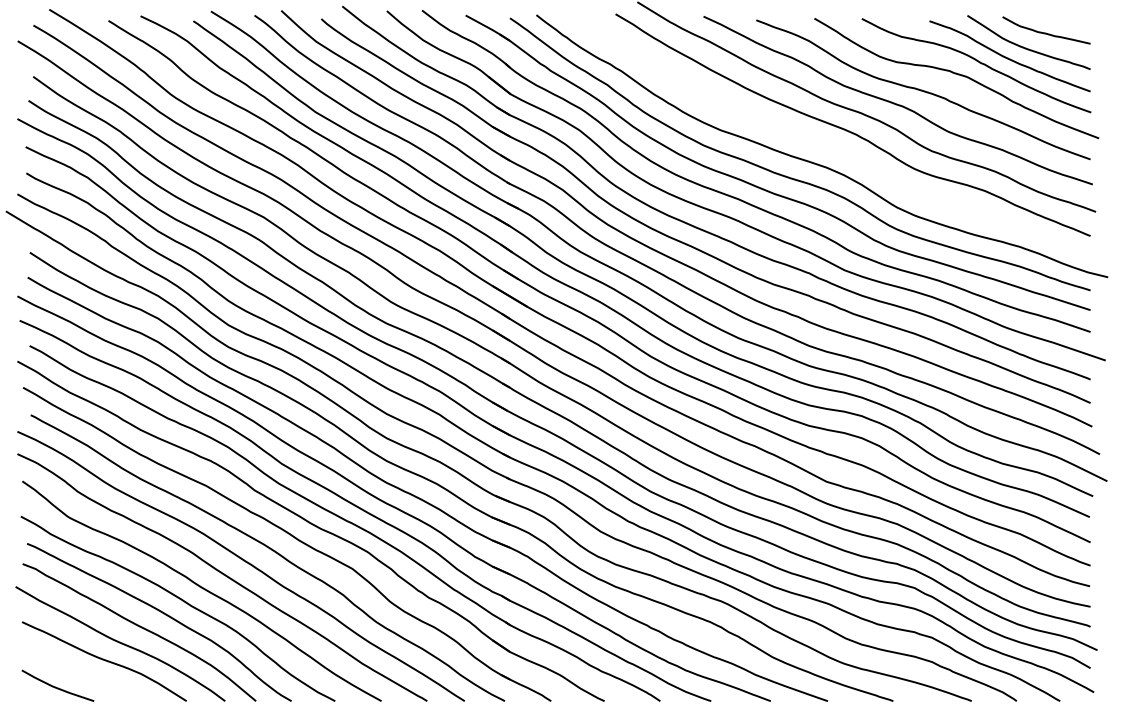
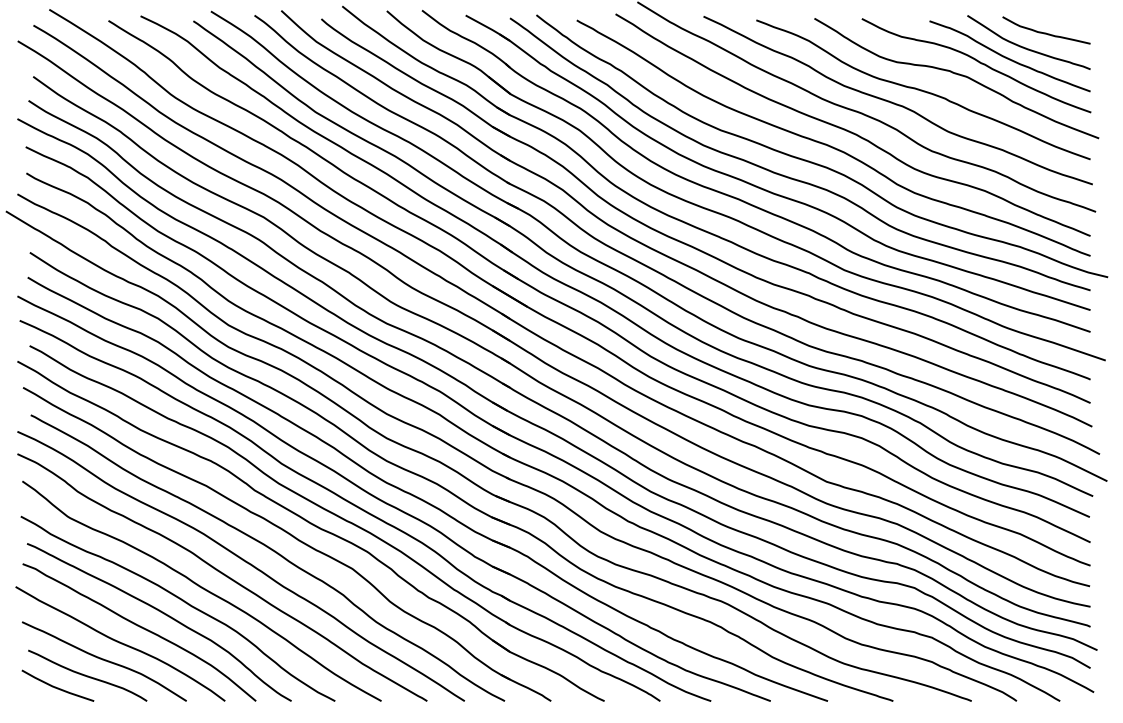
curve at (830, 145): none -> present
curve at (87, 675): none -> present
